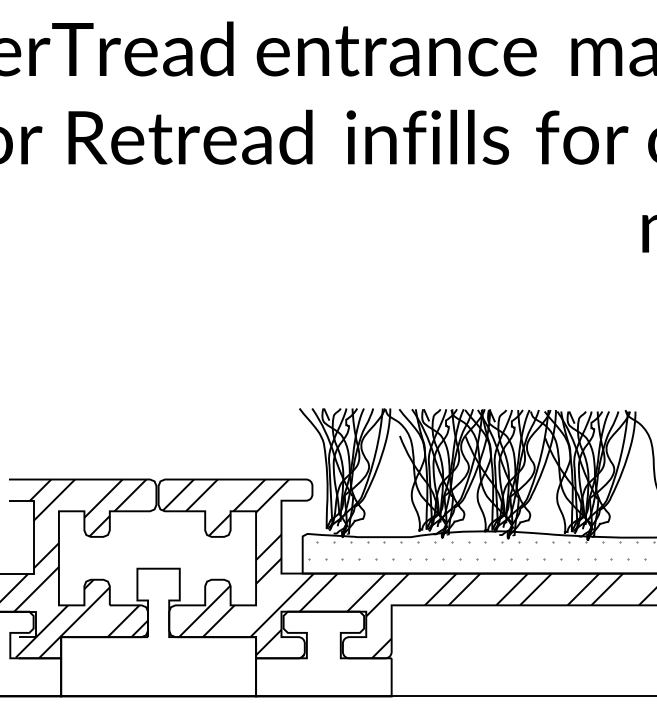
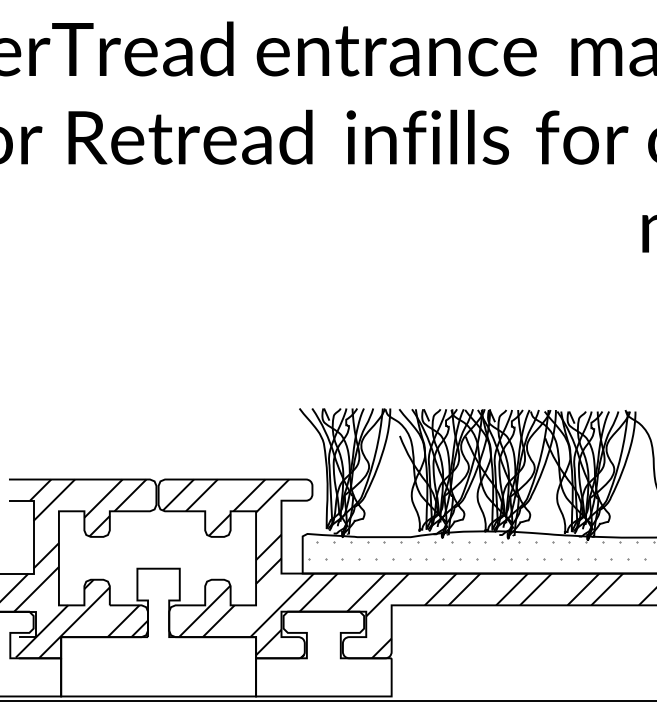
line at (327, 696) position: (327, 696) -> (327, 701)
